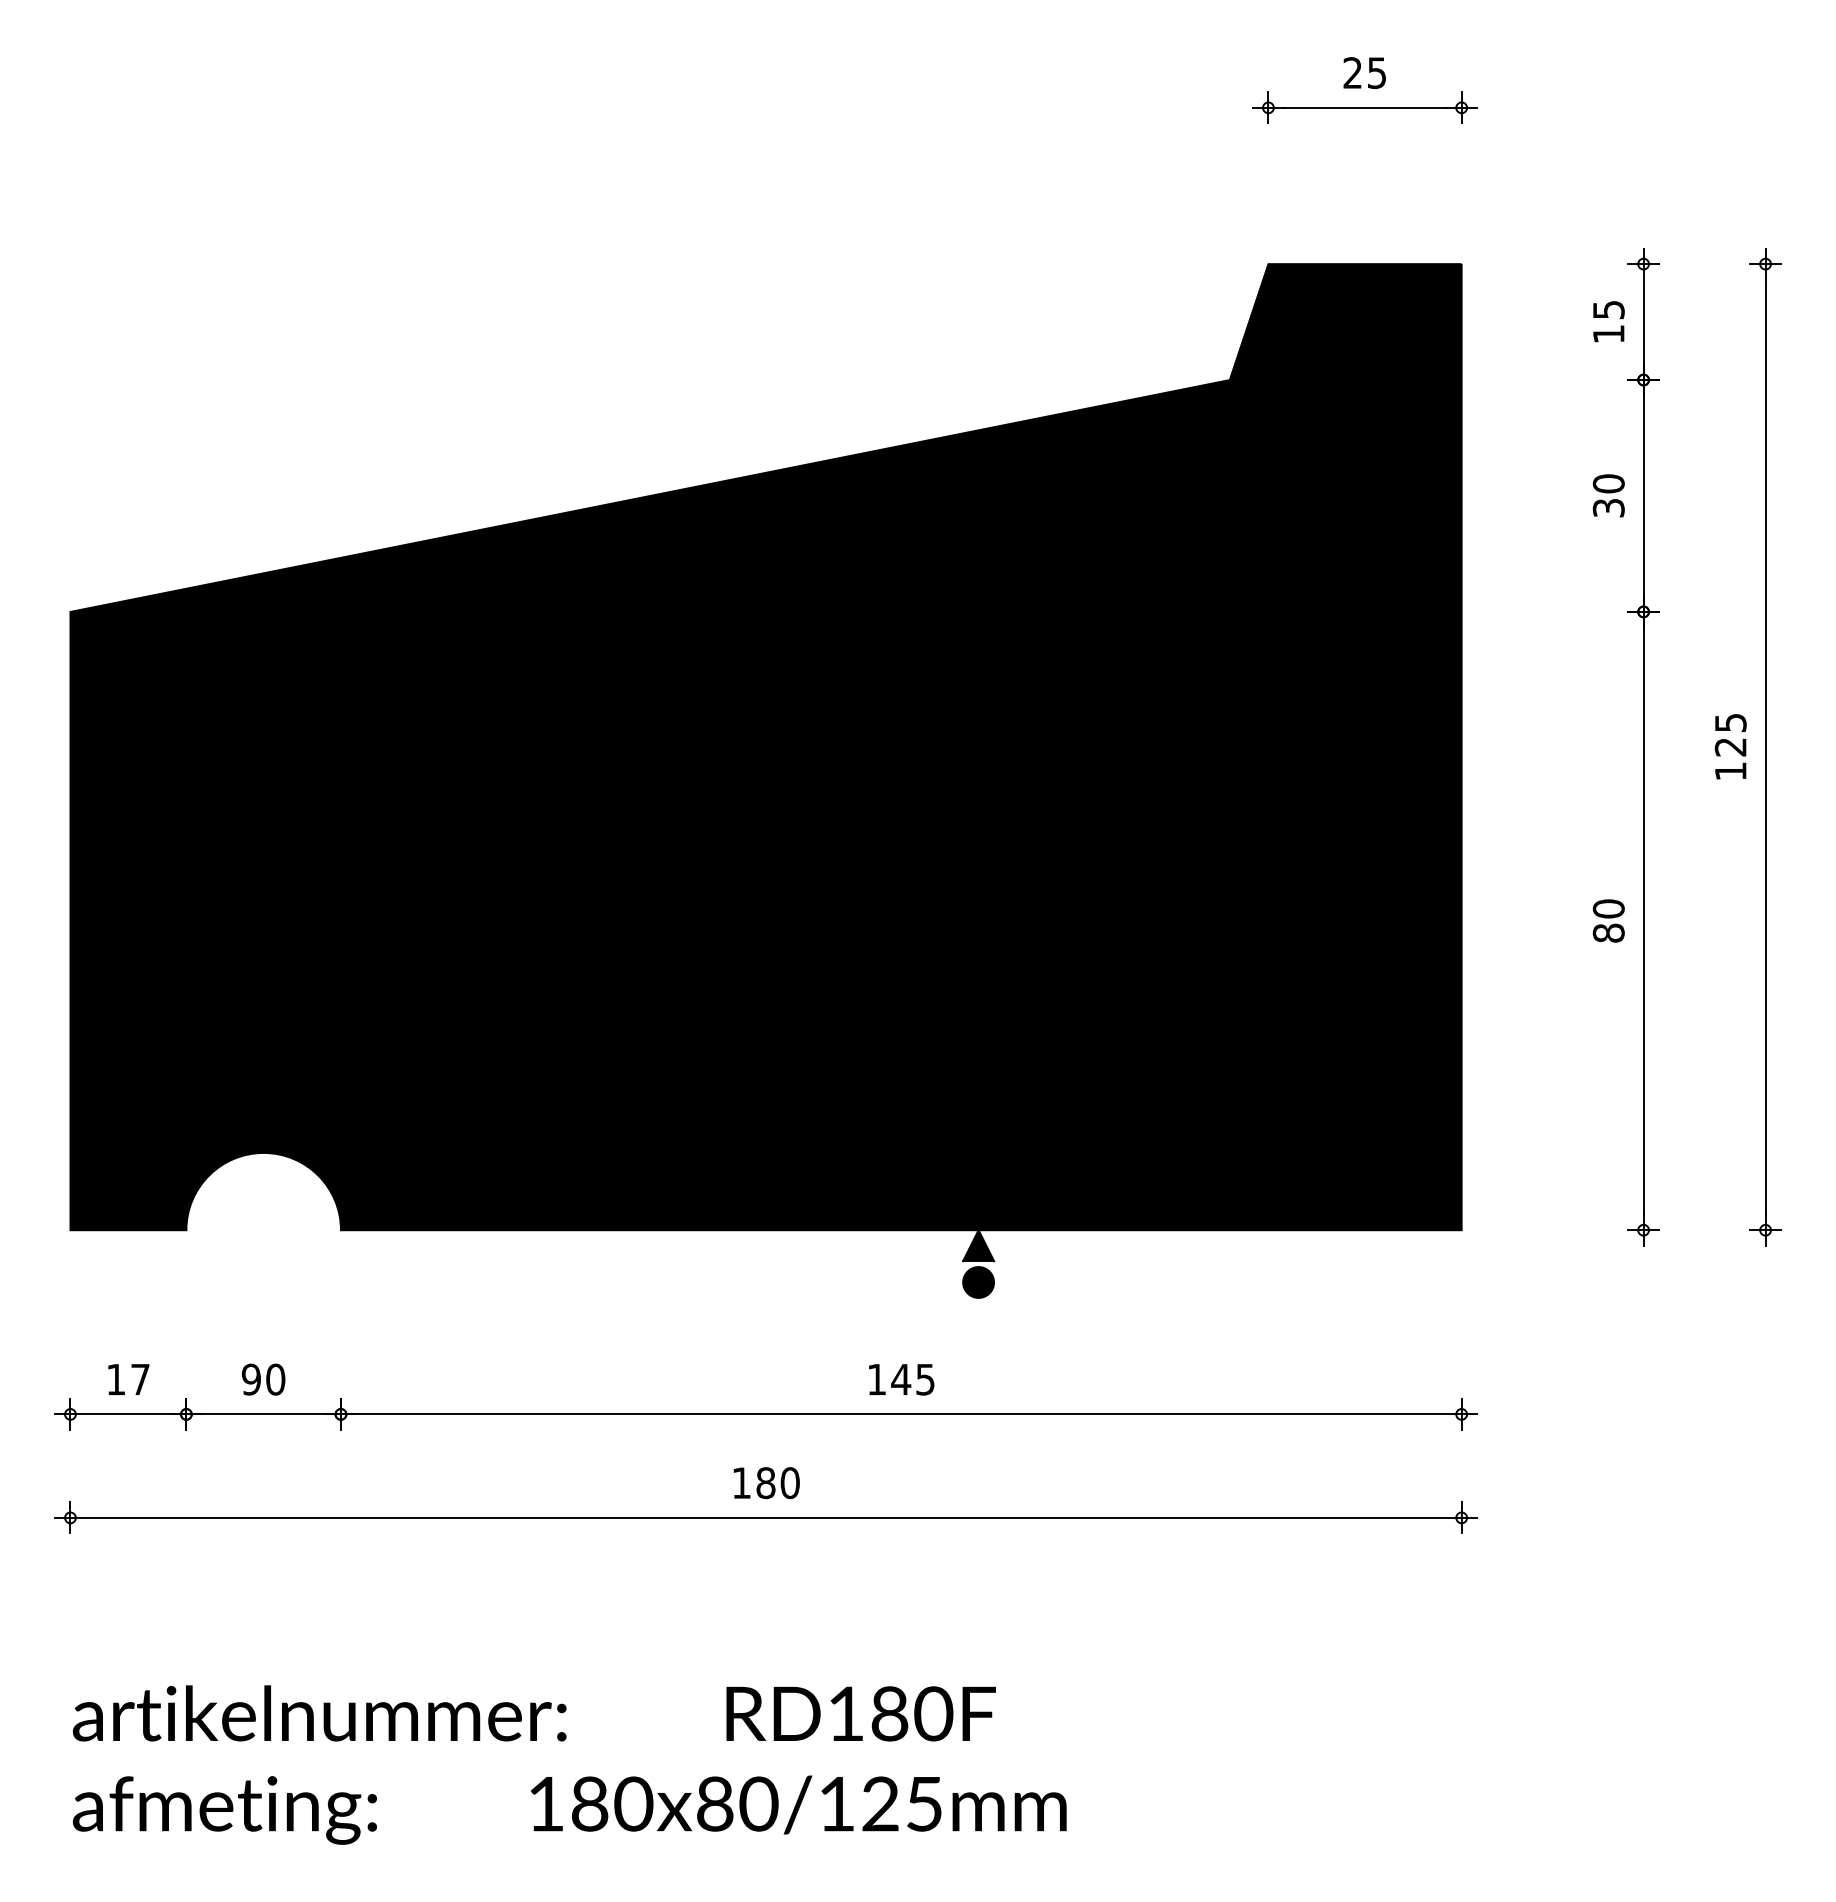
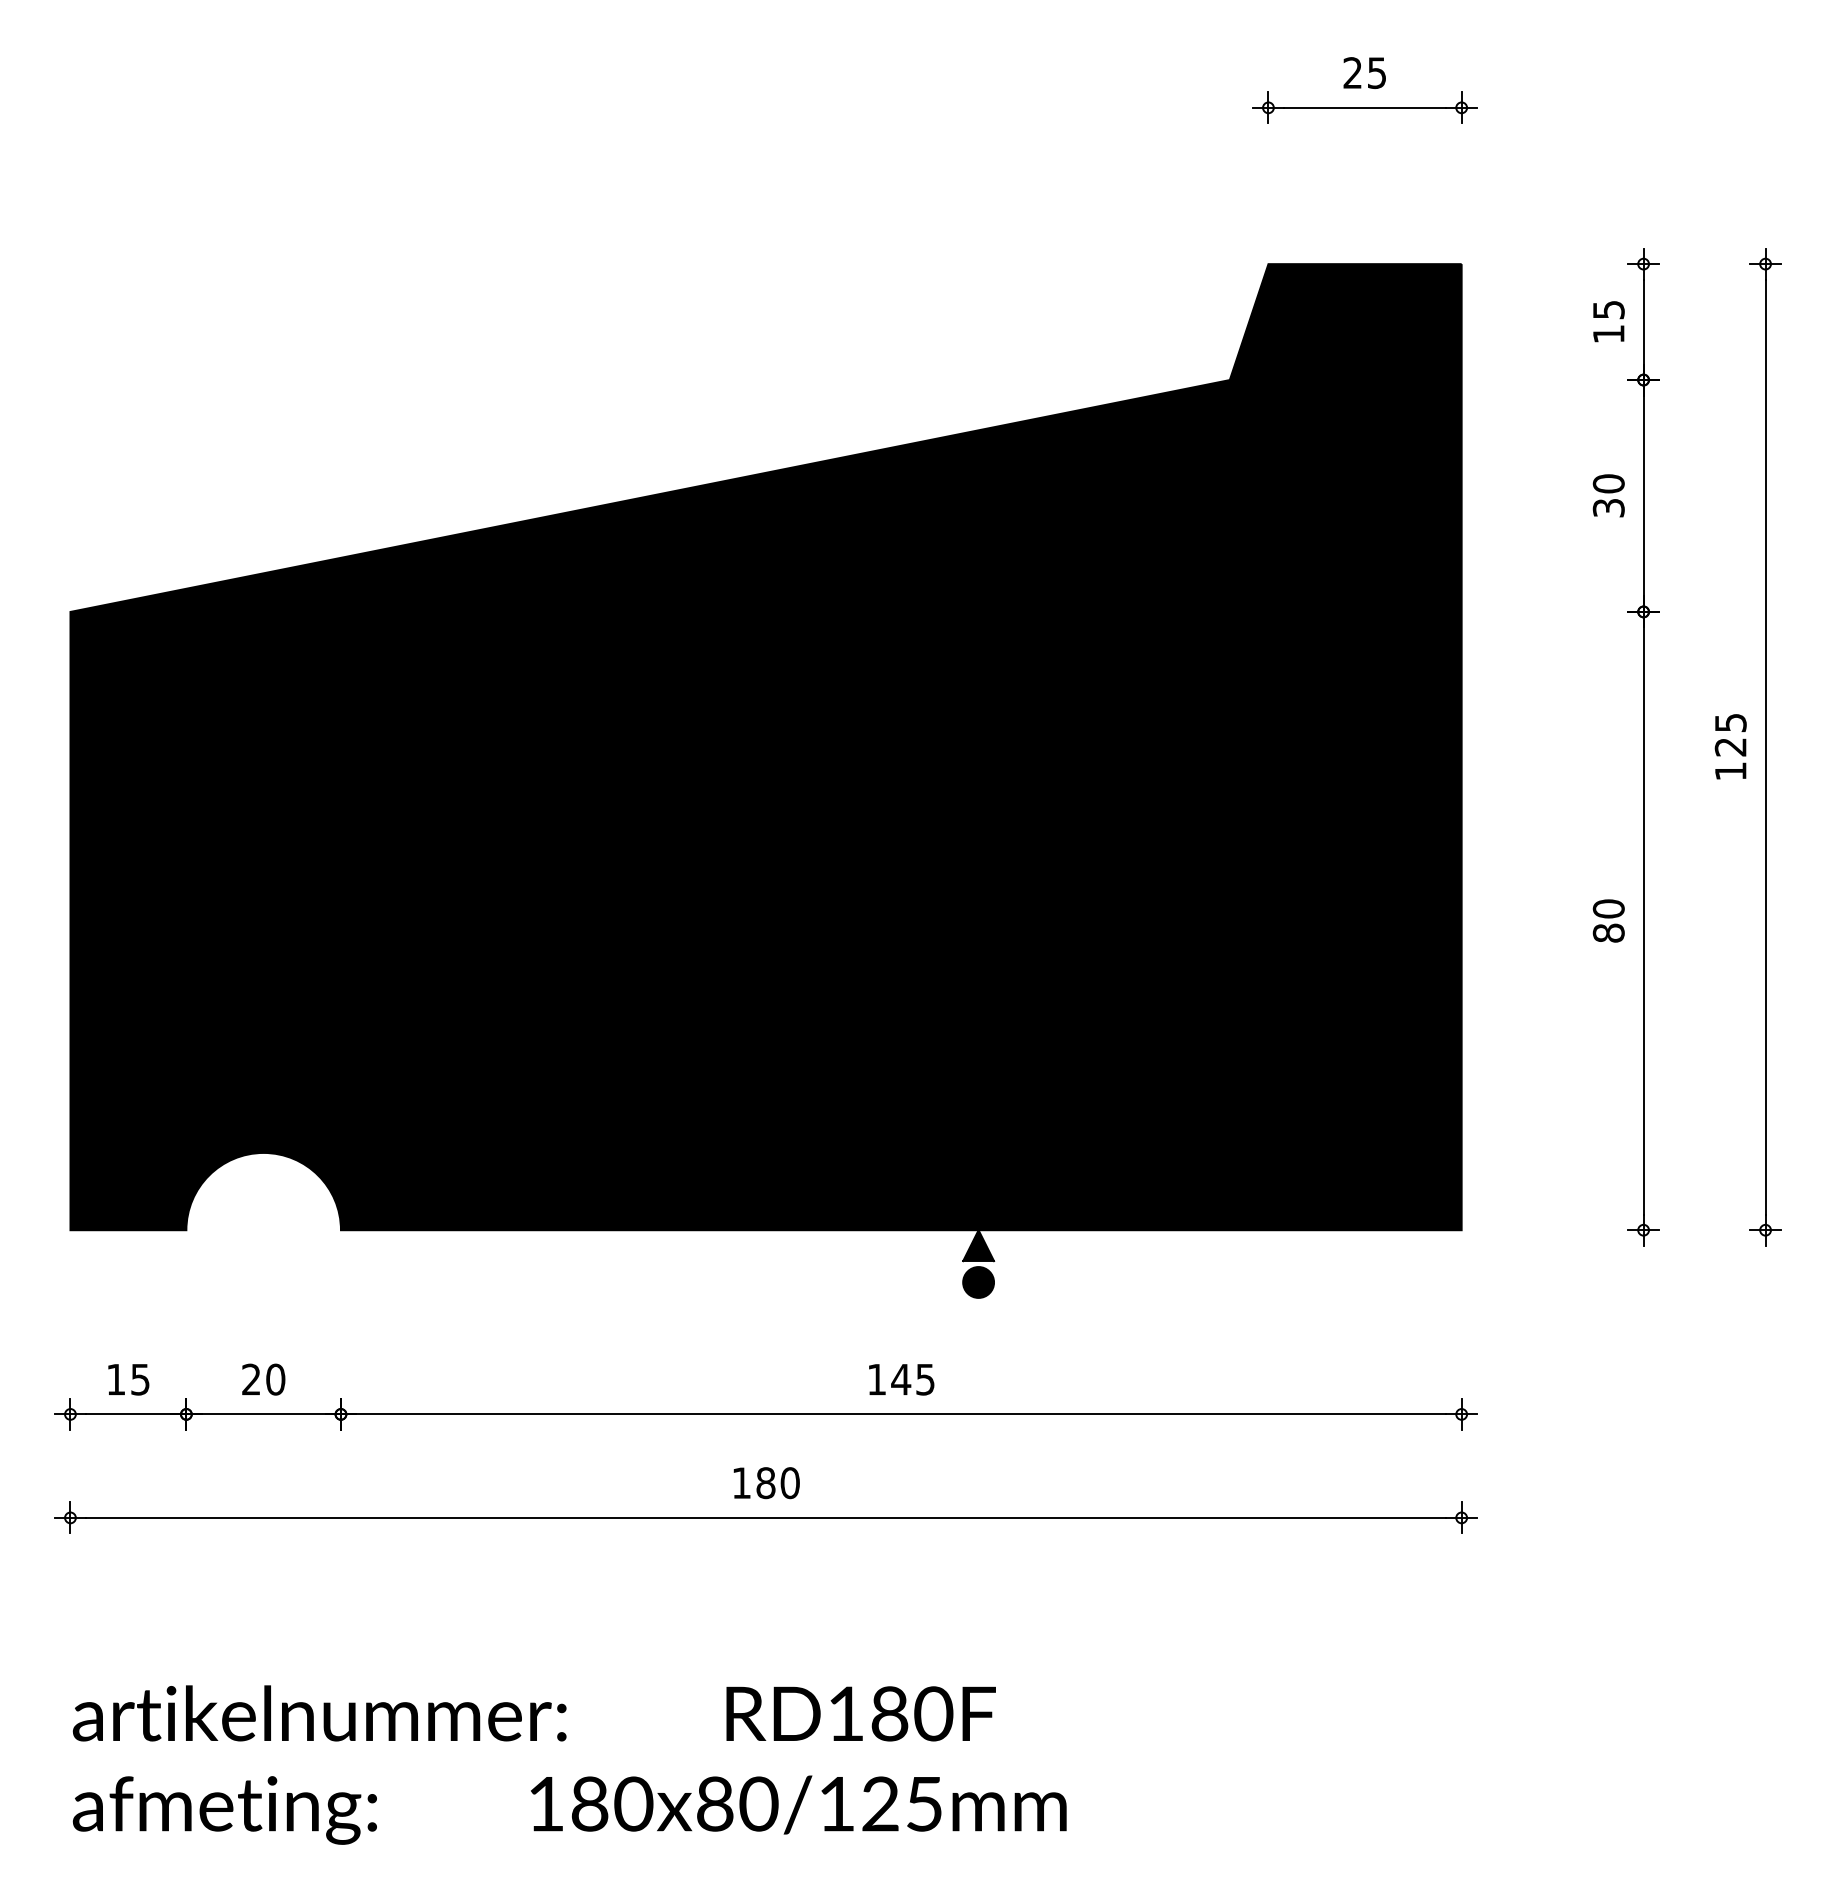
text at (140, 1379): 17 -> 15
text at (250, 1379): 90 -> 20
